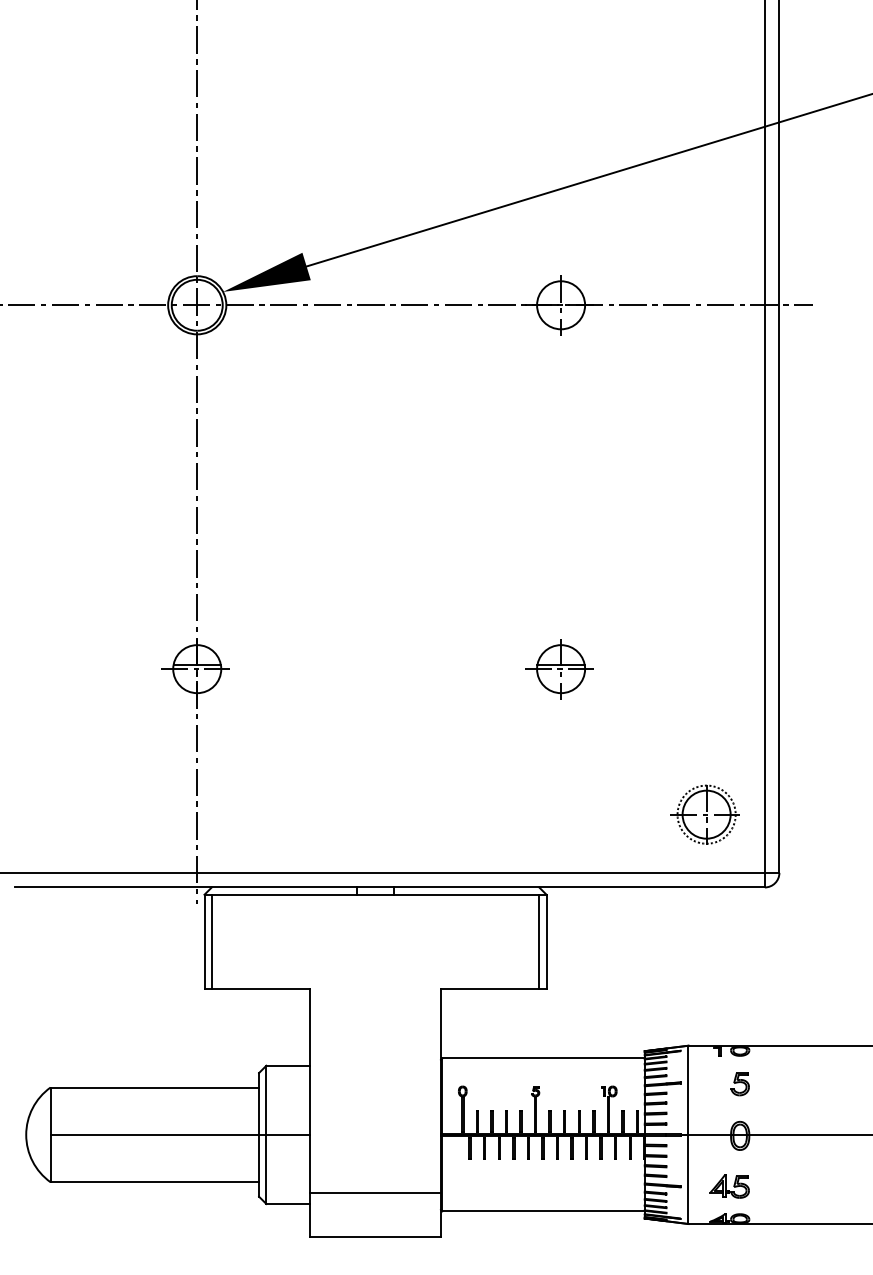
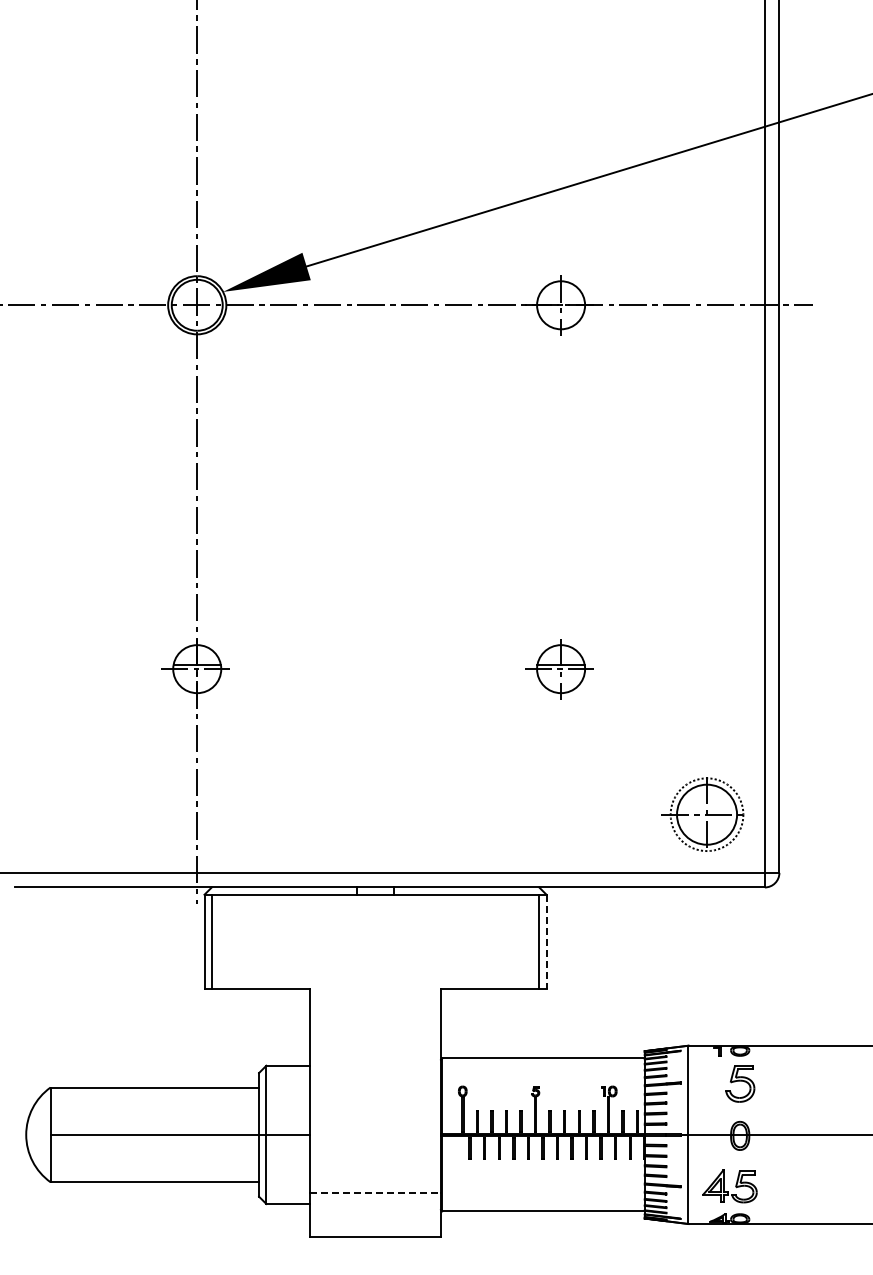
part at (704, 814) size: 70x61 px -> 84x75 px
line at (546, 942): solid -> dashed
part at (739, 1084) size: 20x25 px -> 31x38 px
part at (729, 1186) size: 41x25 px -> 56x35 px
line at (376, 1193): solid -> dashed
